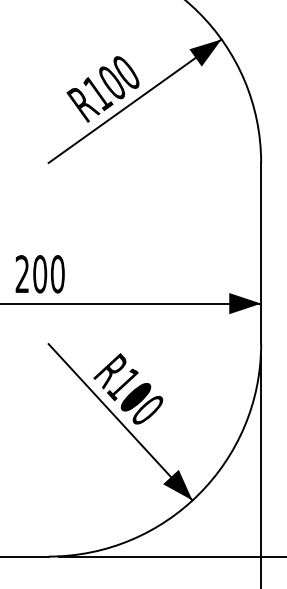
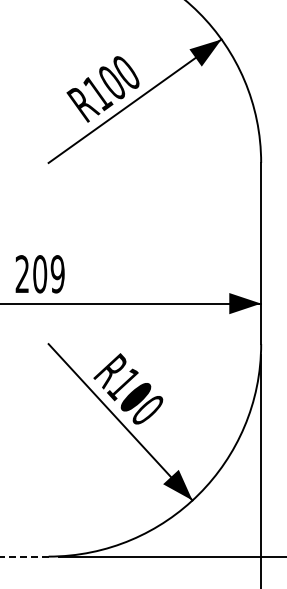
text at (57, 274): 200 -> 209
line at (24, 556): solid -> dashed
